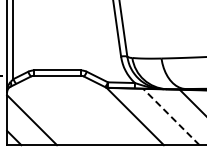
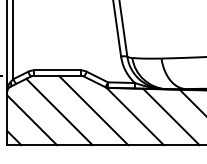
line at (93, 110): none -> present
line at (59, 111): none -> present
line at (171, 117): dashed -> solid
